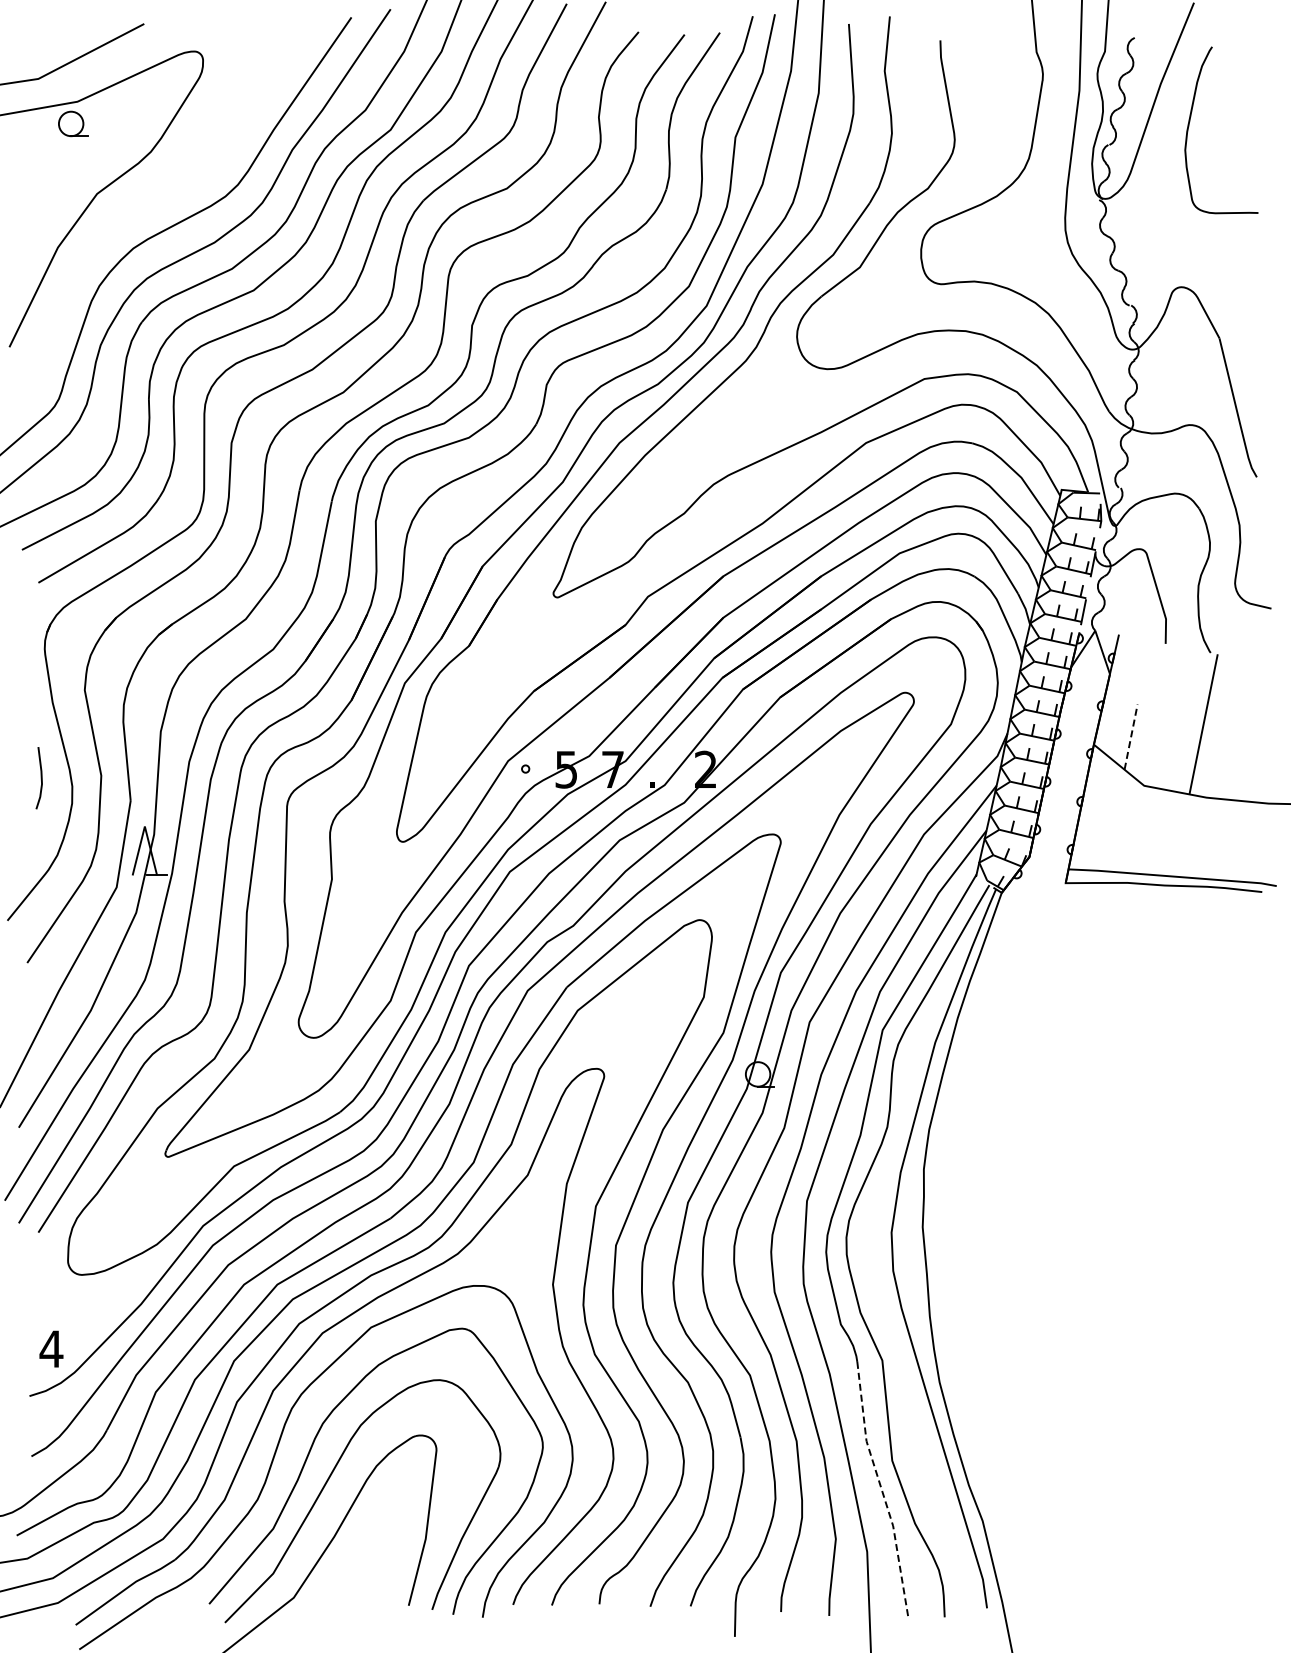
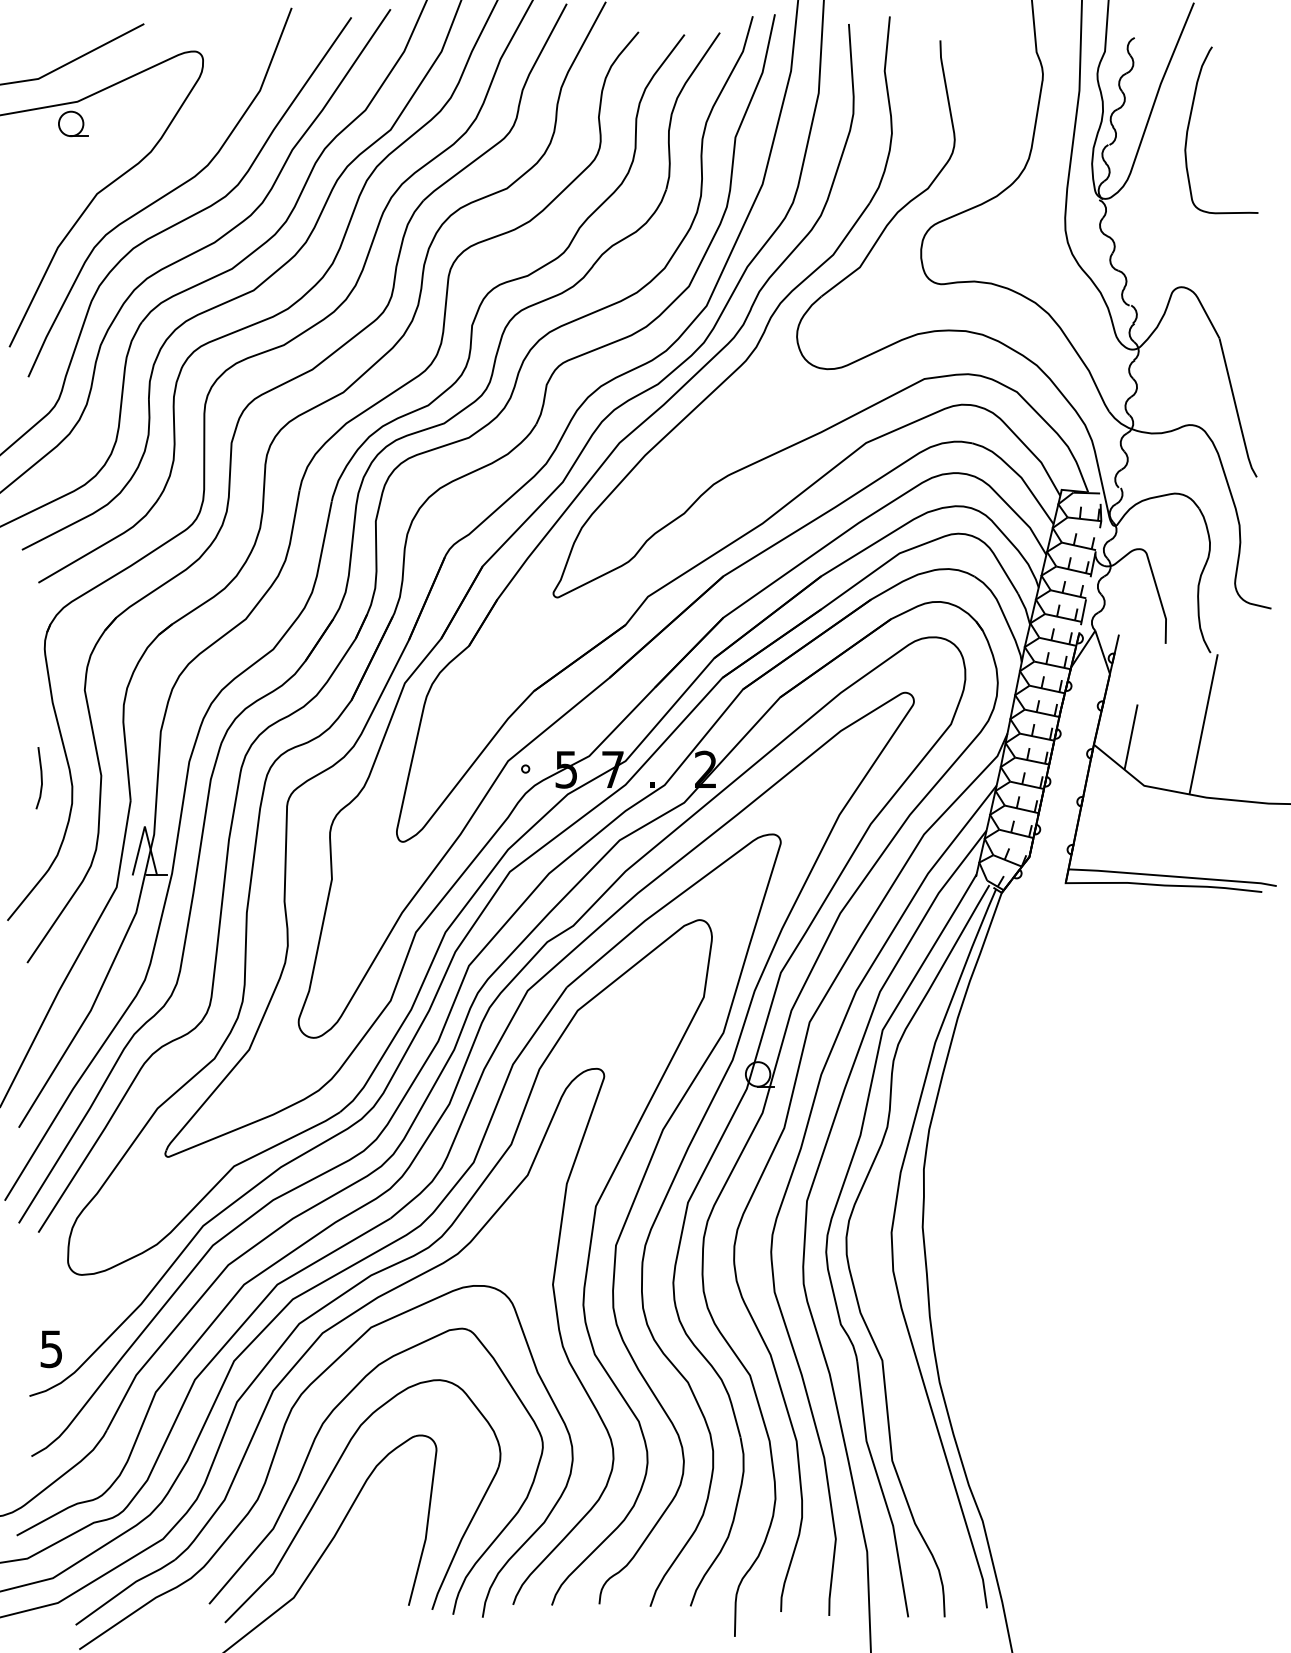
curve at (161, 196): none -> present
line at (1131, 736): dashed -> solid
text at (51, 1349): 4 -> 5
line at (881, 1489): dashed -> solid
